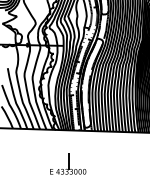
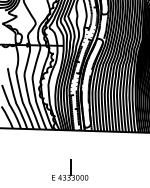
part at (68, 163) position: (68, 163) -> (70, 169)
